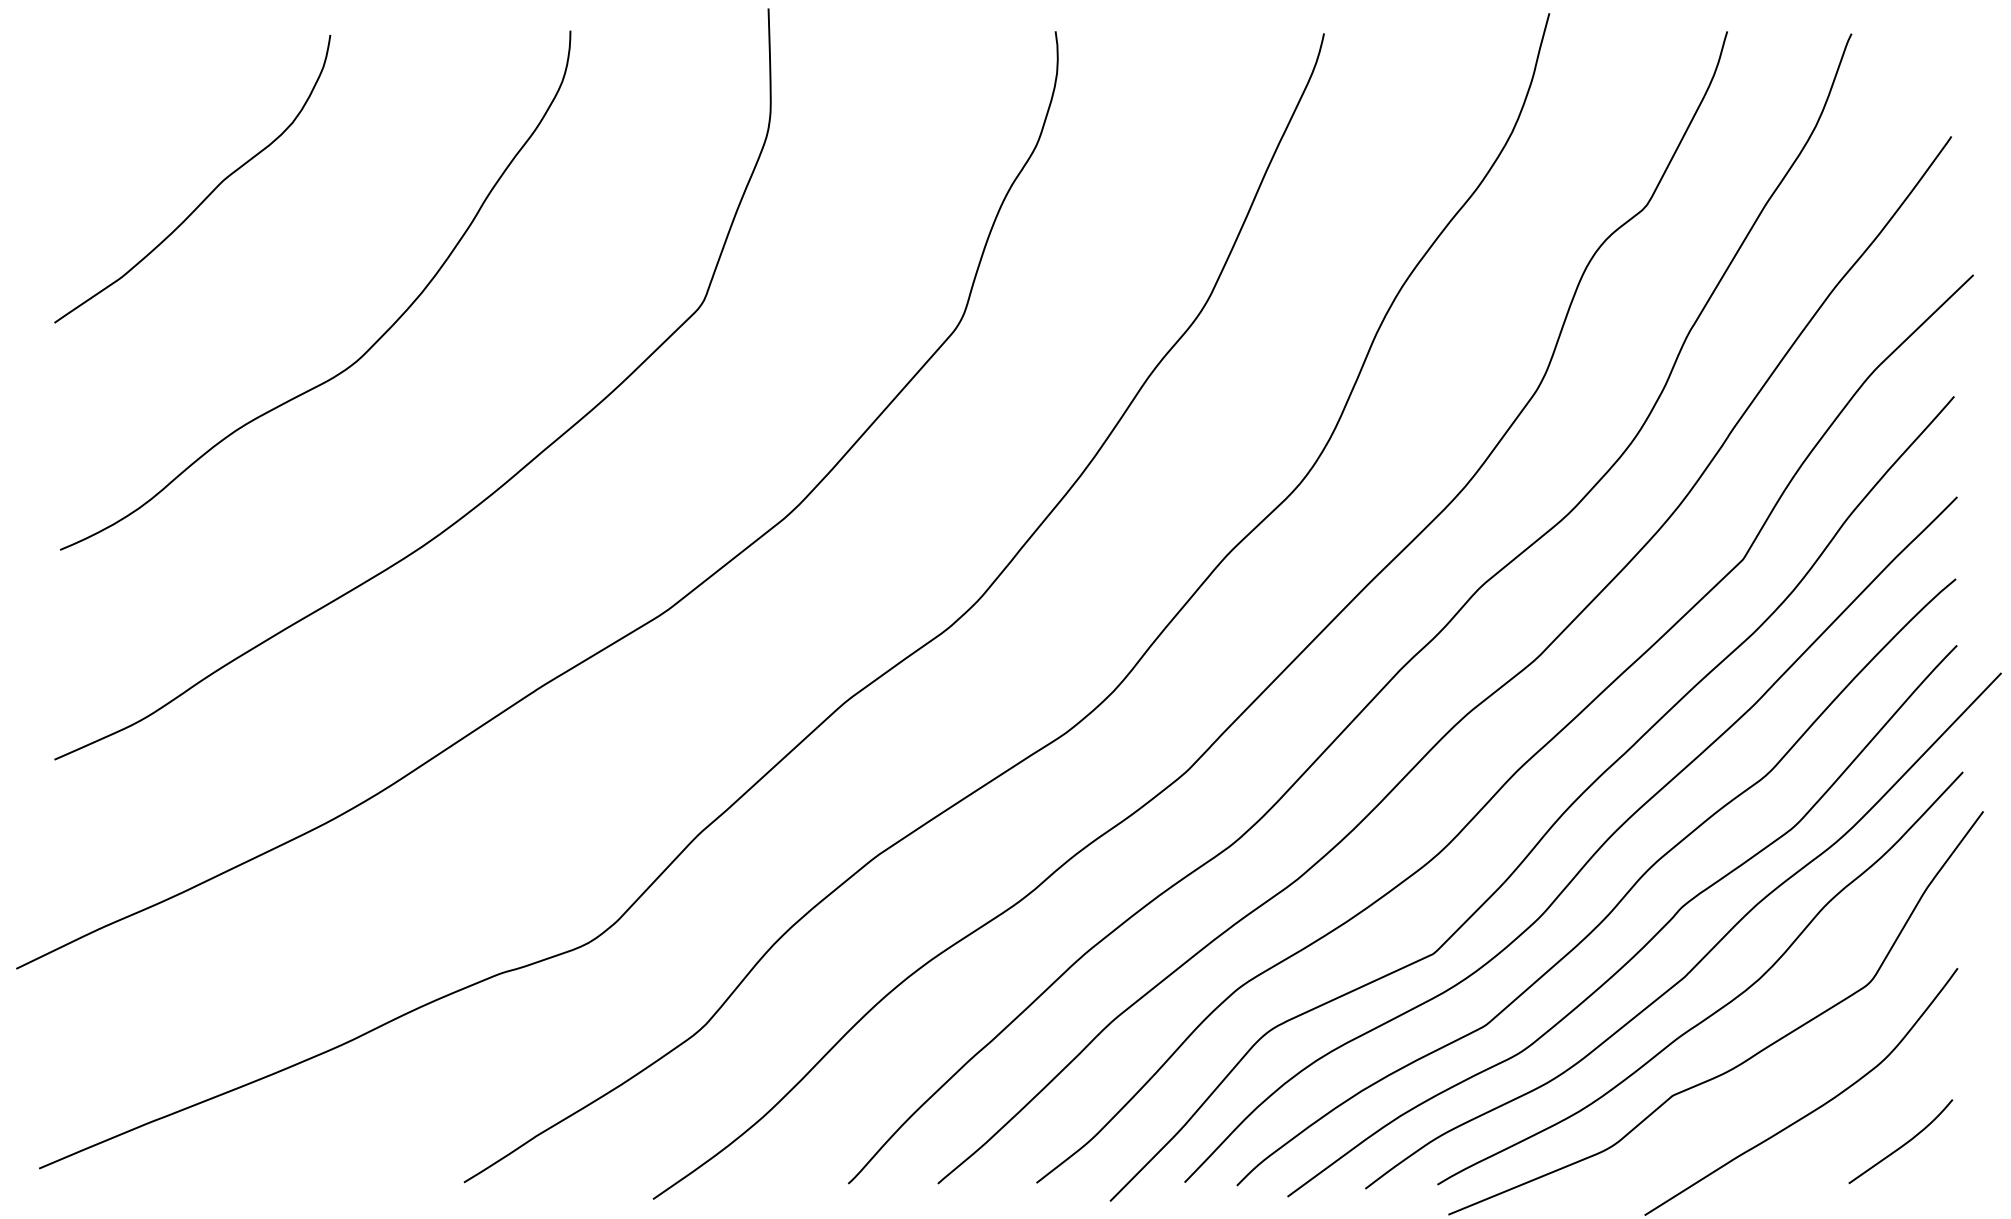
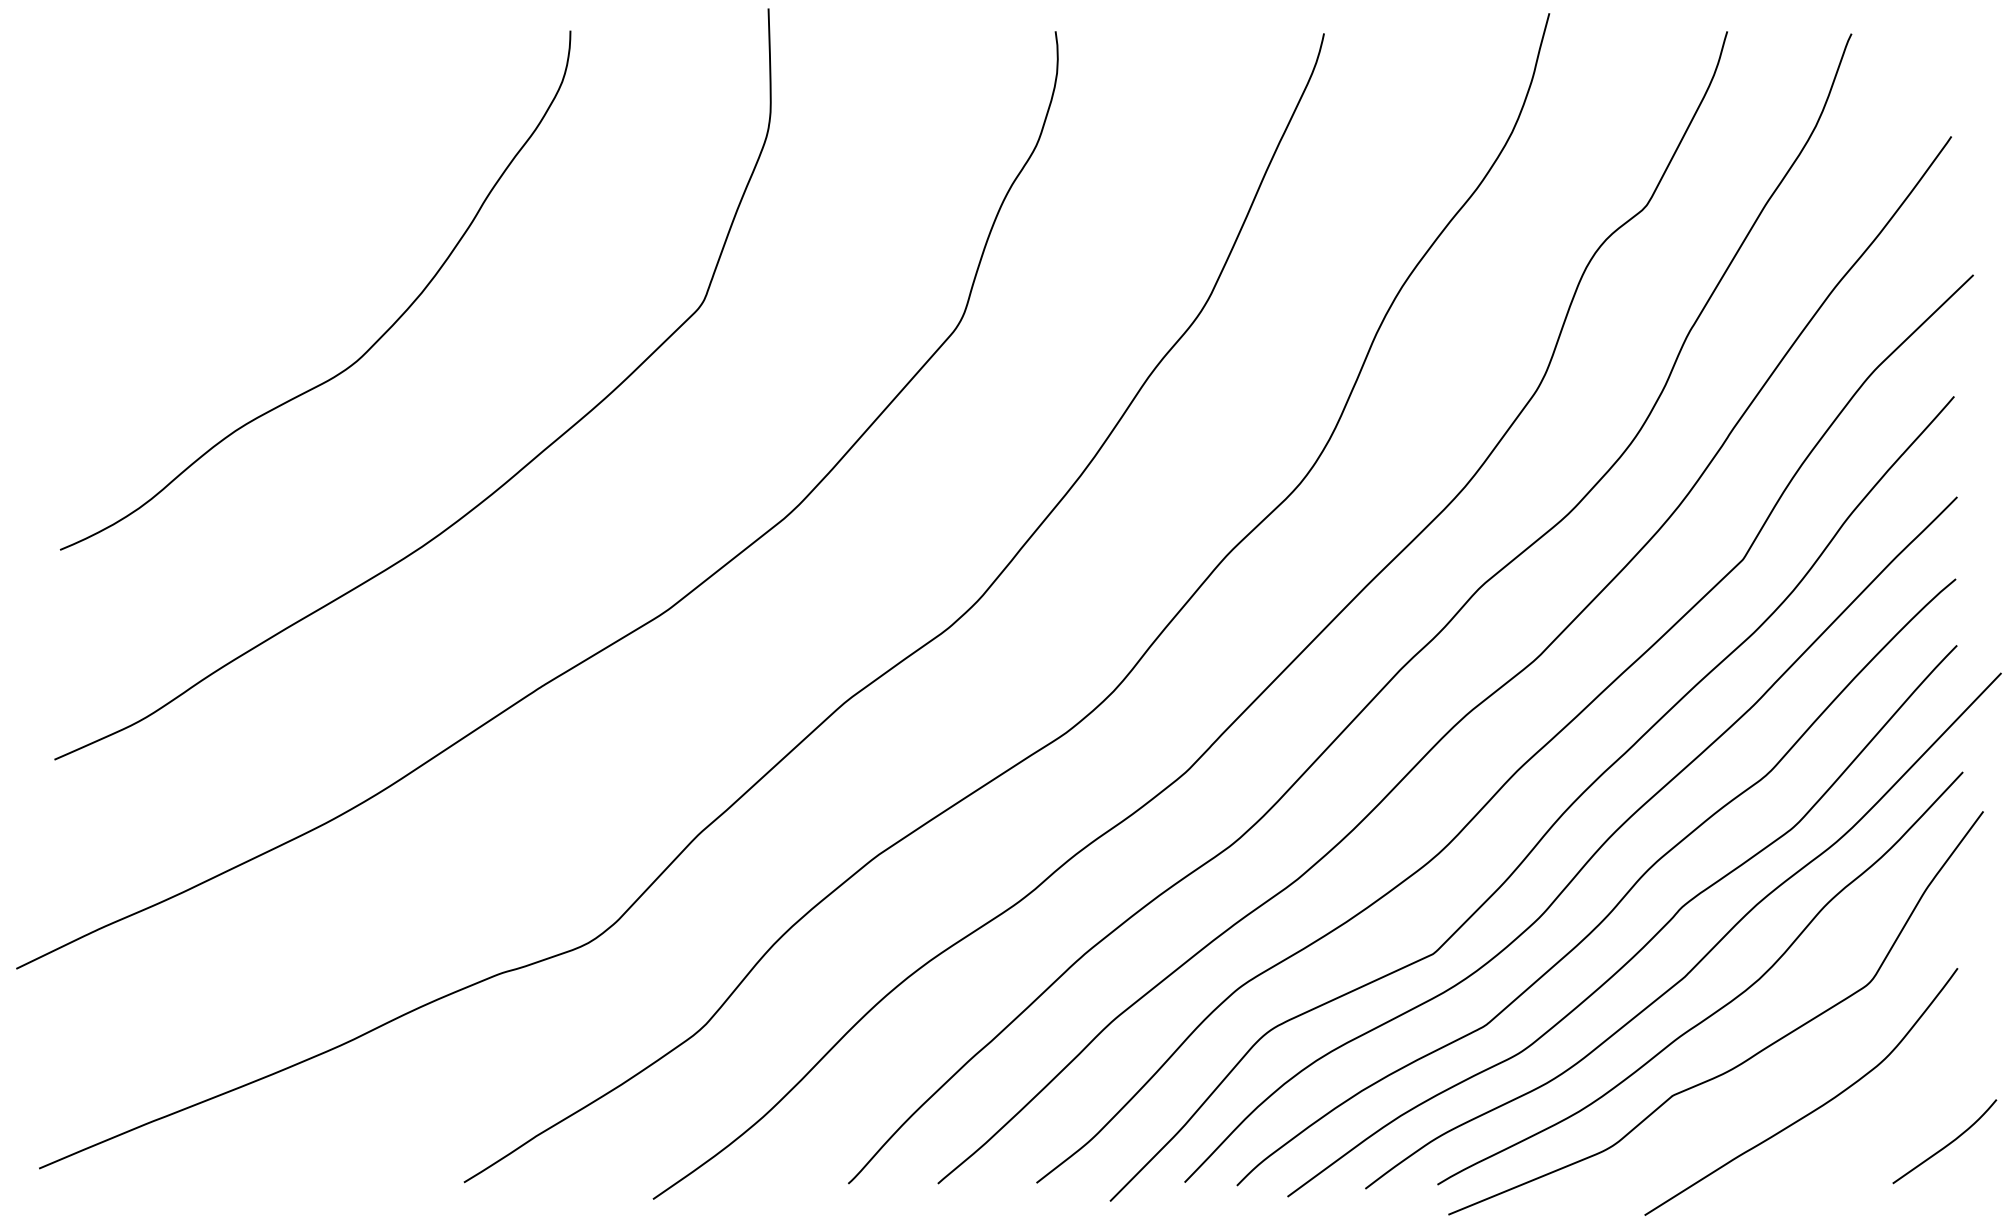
curve at (208, 194): present -> none
curve at (1901, 1145) position: (1901, 1145) -> (1945, 1145)
